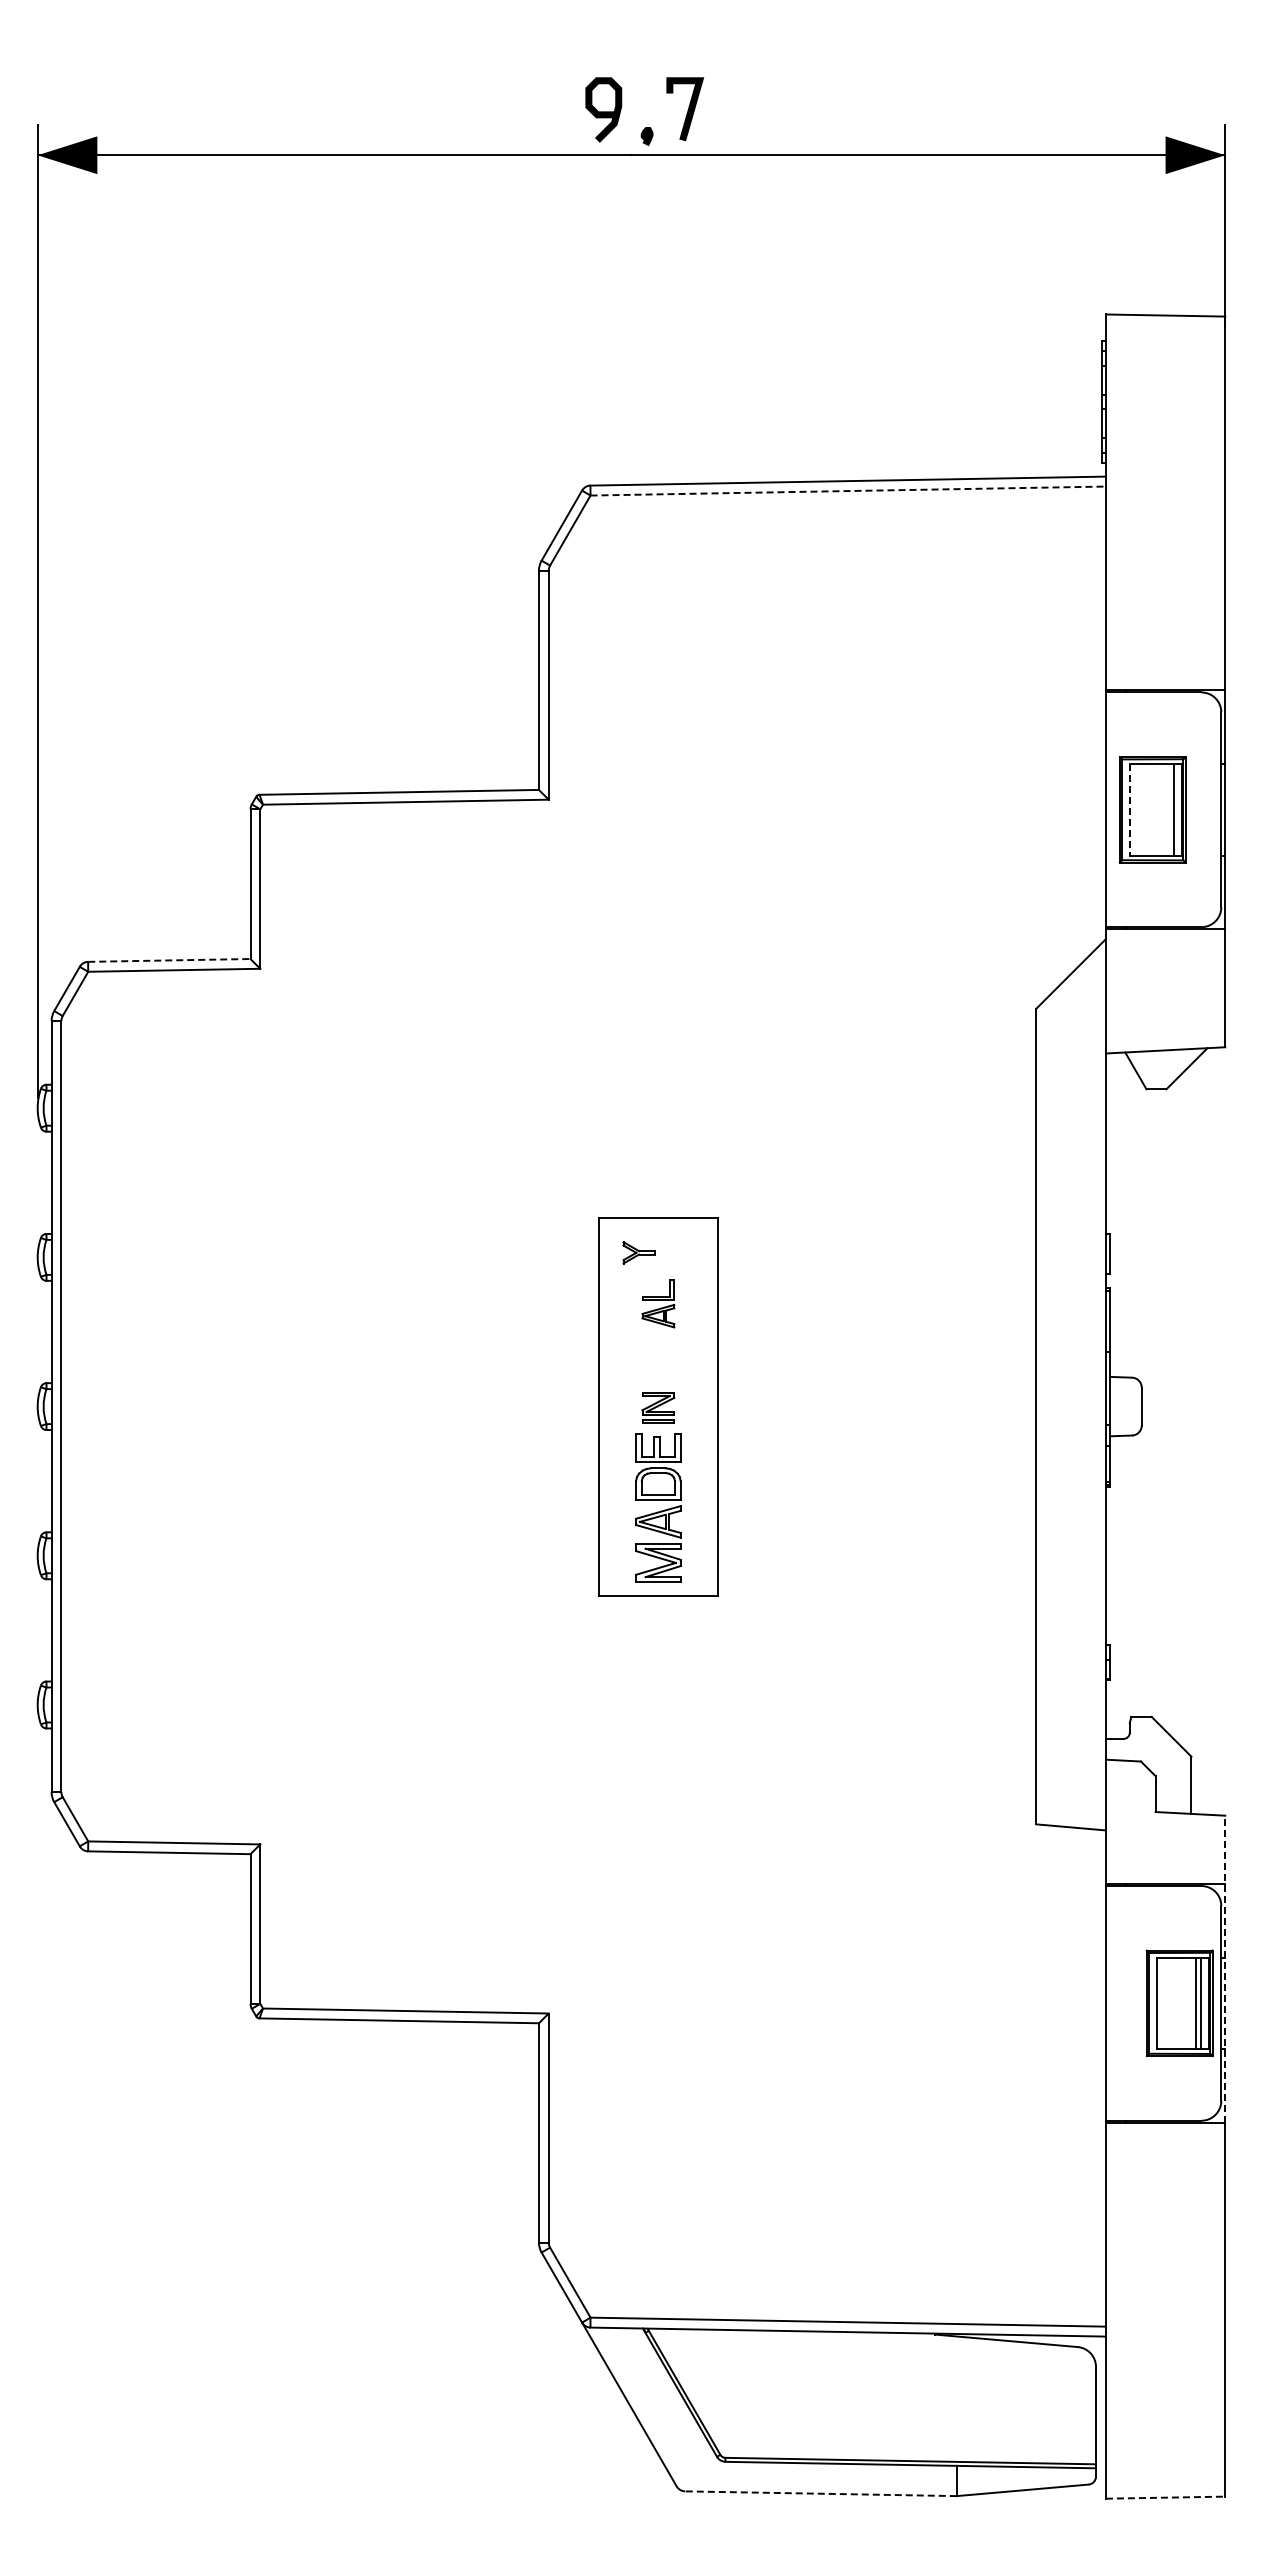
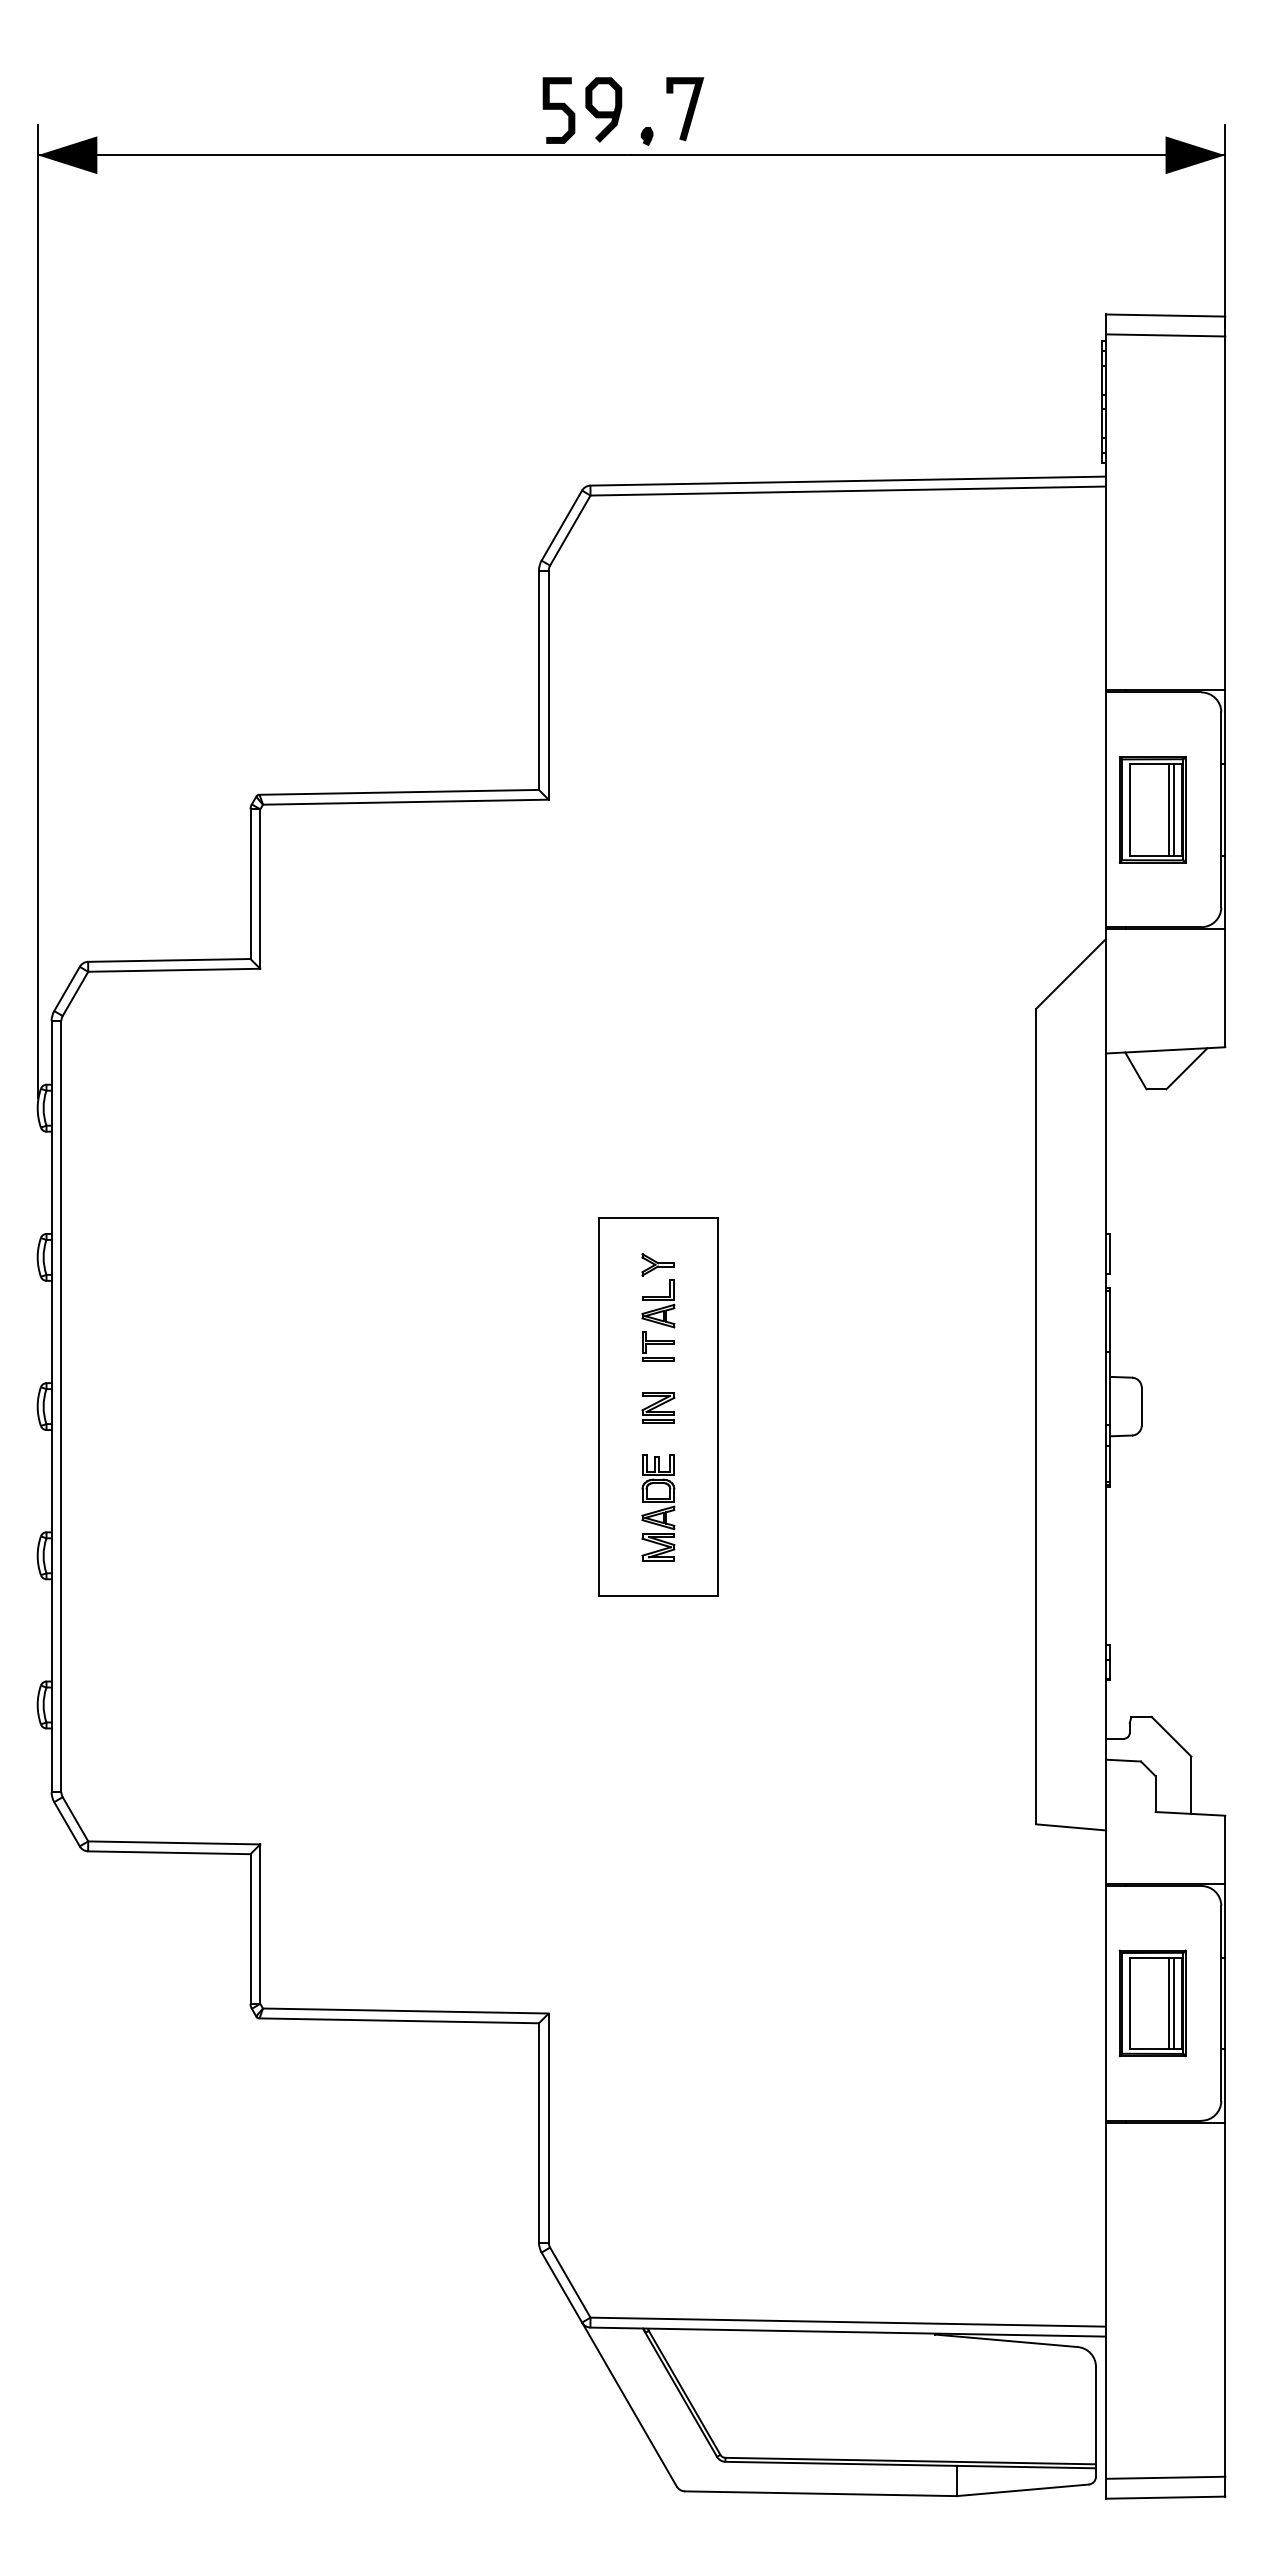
curve at (558, 109): none -> present
line at (1165, 335): none -> present
line at (848, 491): dashed -> solid
line at (1130, 809): dashed -> solid
line at (1169, 809): none -> present
line at (169, 960): dashed -> solid
part at (638, 1252) position: (638, 1252) -> (657, 1264)
part at (658, 1346): none -> present
part at (658, 1507) size: 47x150 px -> 35x108 px
line at (1225, 1969): dashed -> solid
part at (1179, 2003) position: (1179, 2003) -> (1152, 2003)
line at (1165, 2477): none -> present
line at (820, 2493): dashed -> solid
line at (1165, 2497): dashed -> solid
